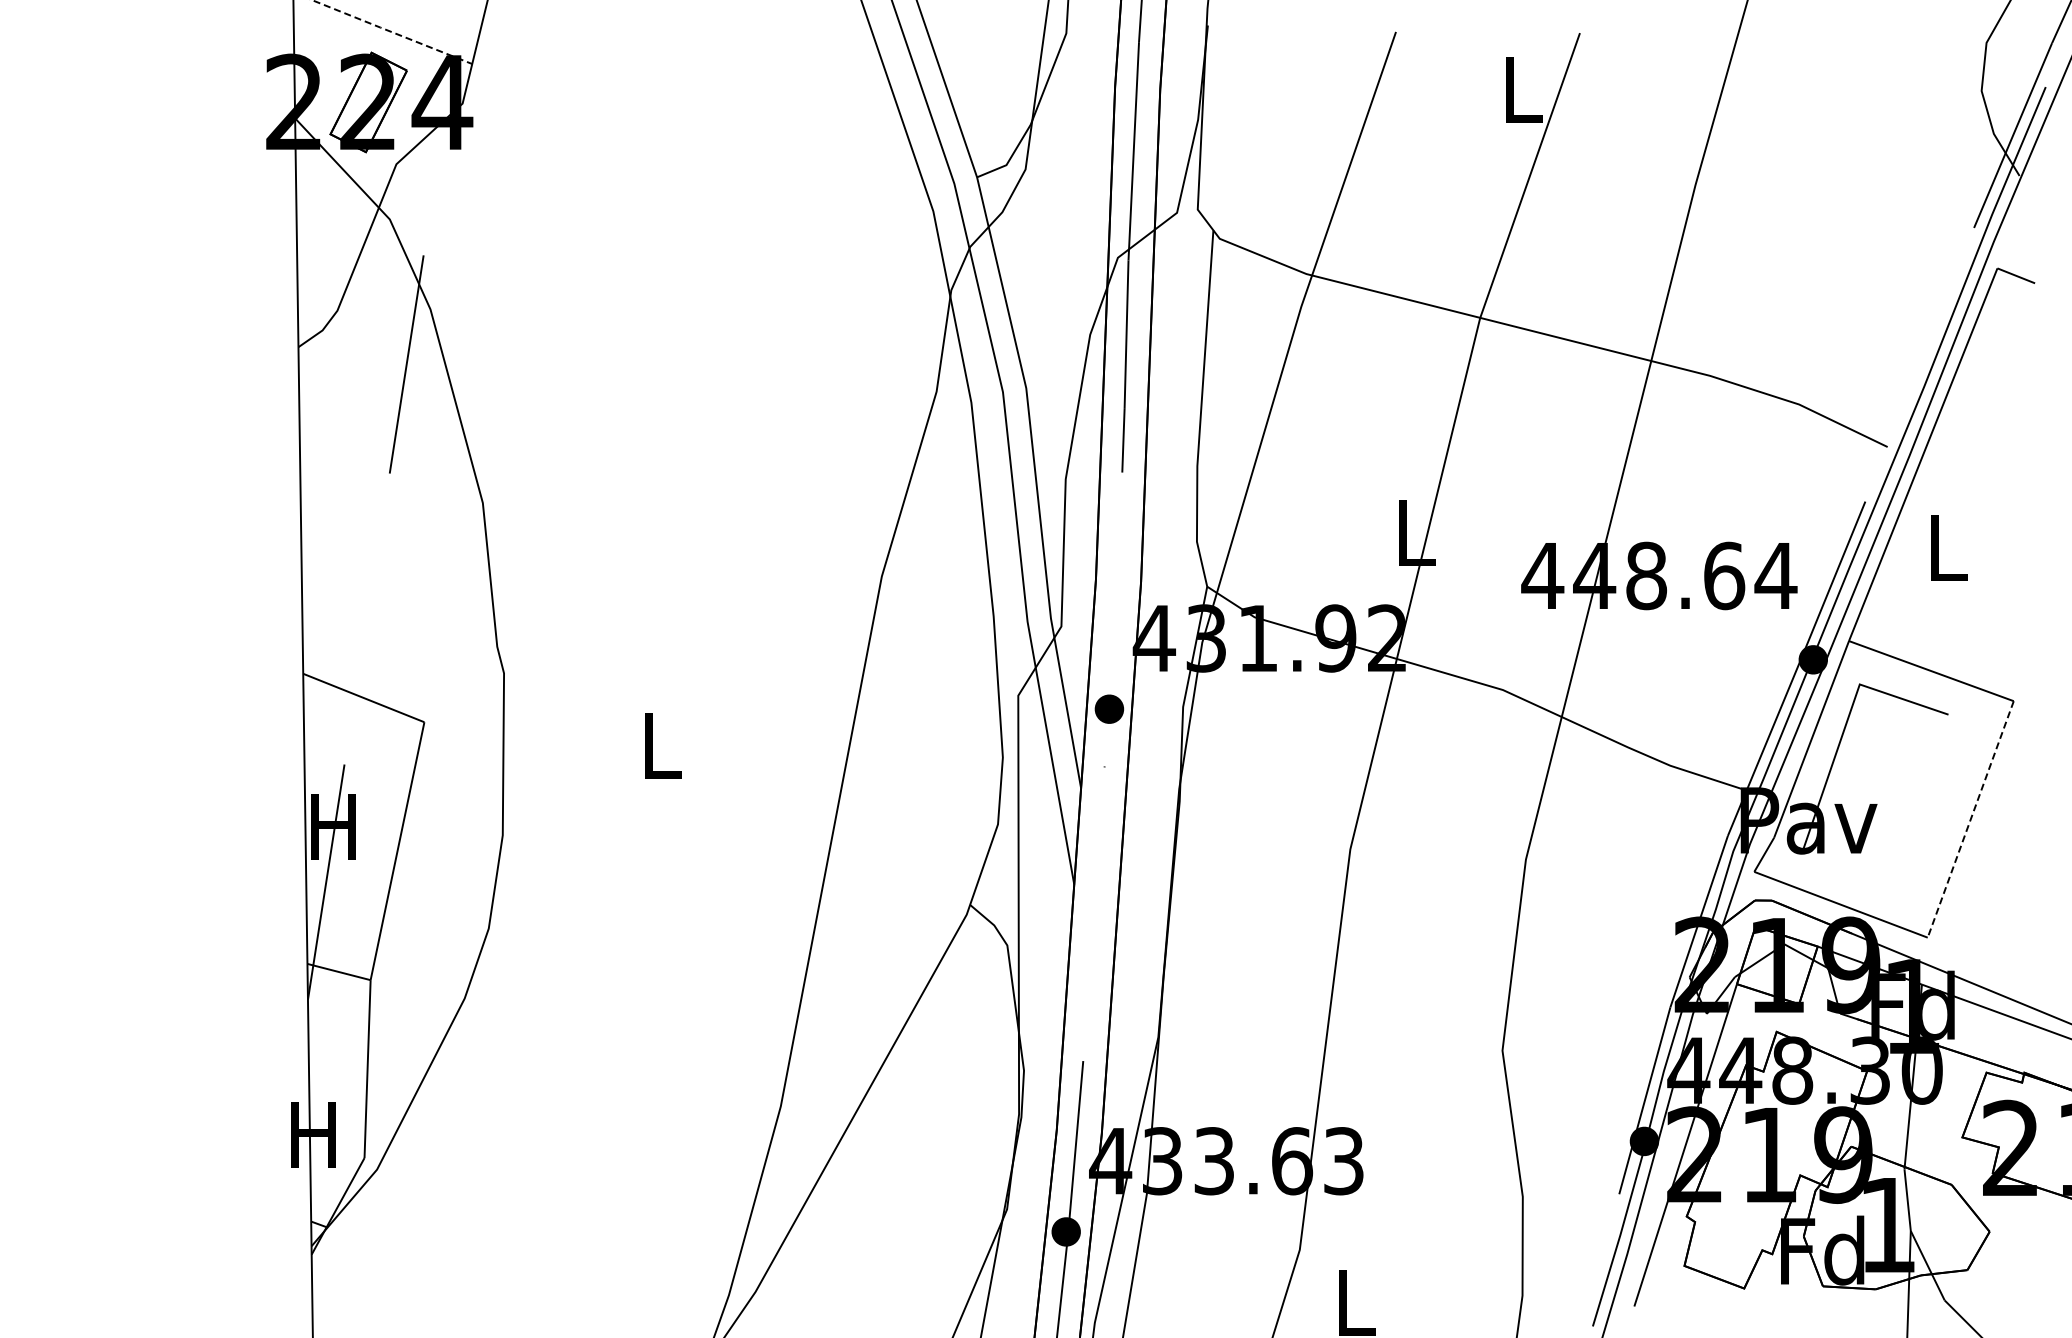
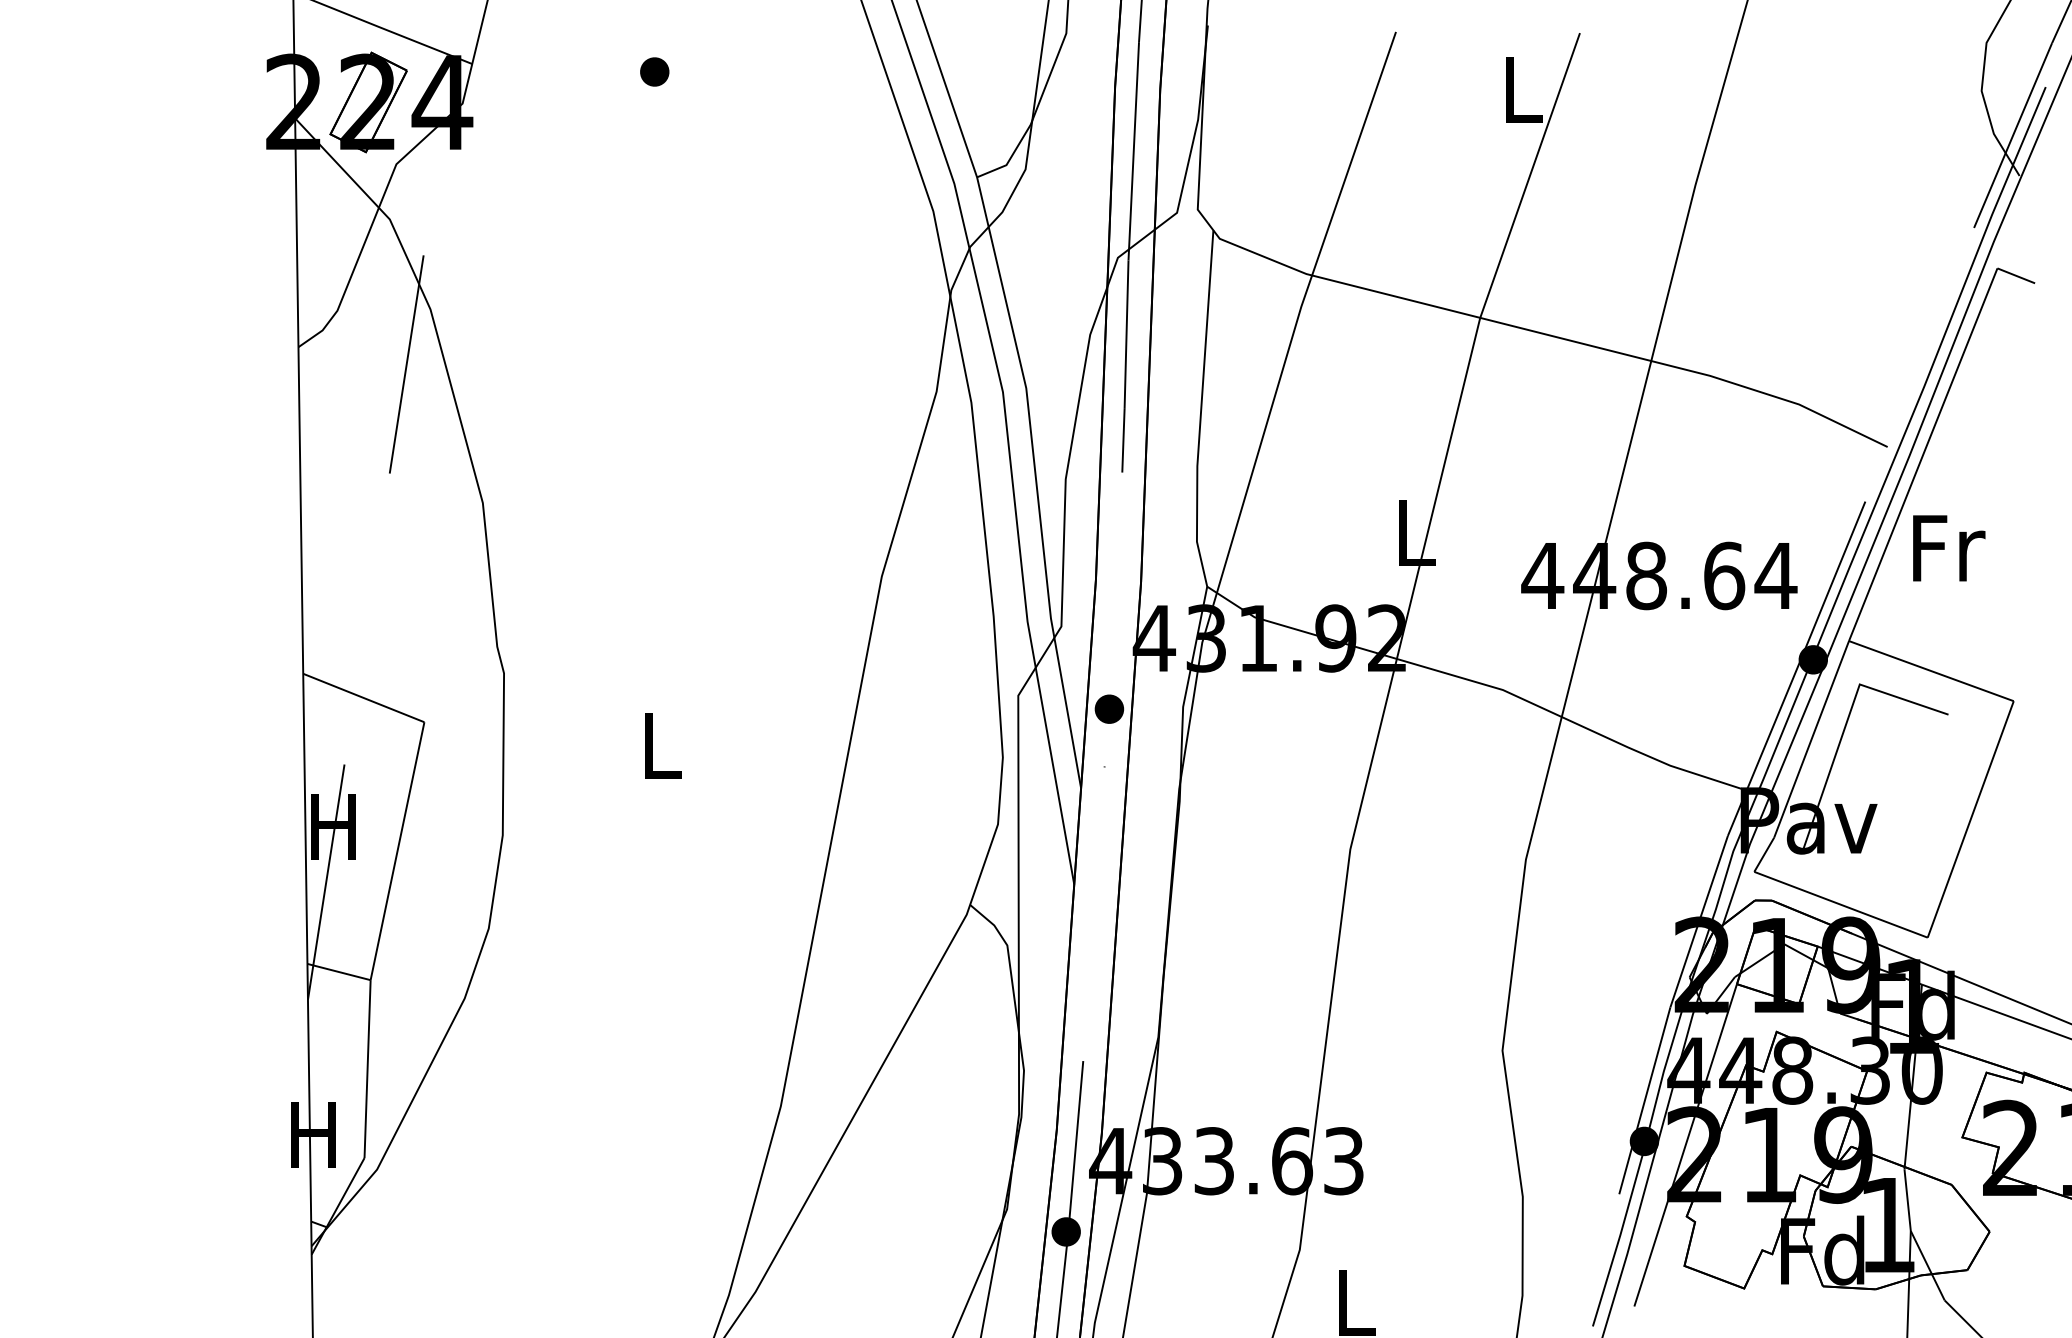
line at (391, 32): dashed -> solid
part at (654, 71): none -> present
text at (1949, 548): L -> Fr
line at (1970, 819): dashed -> solid
